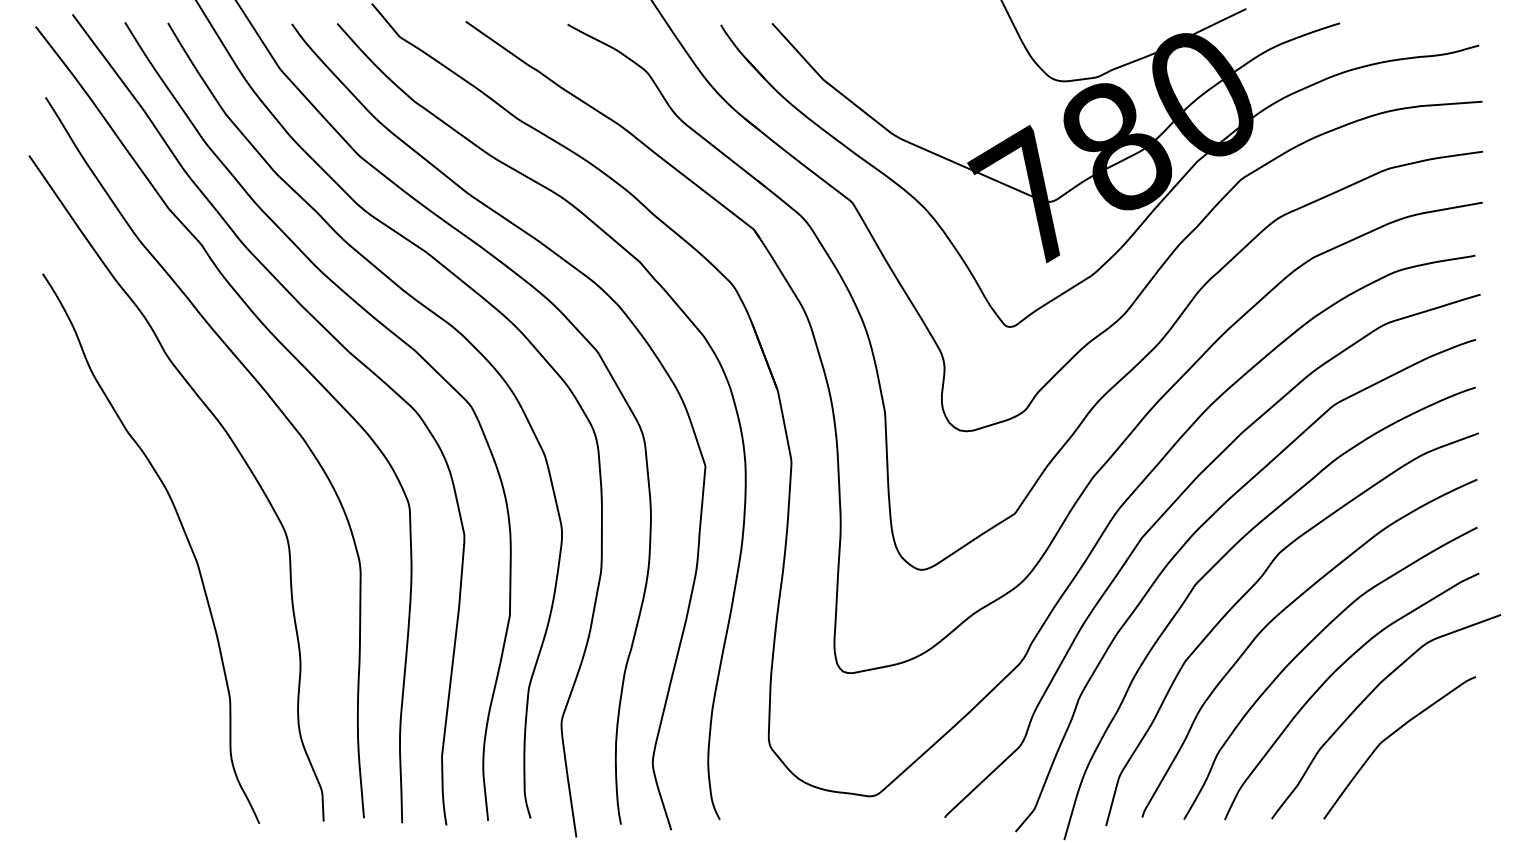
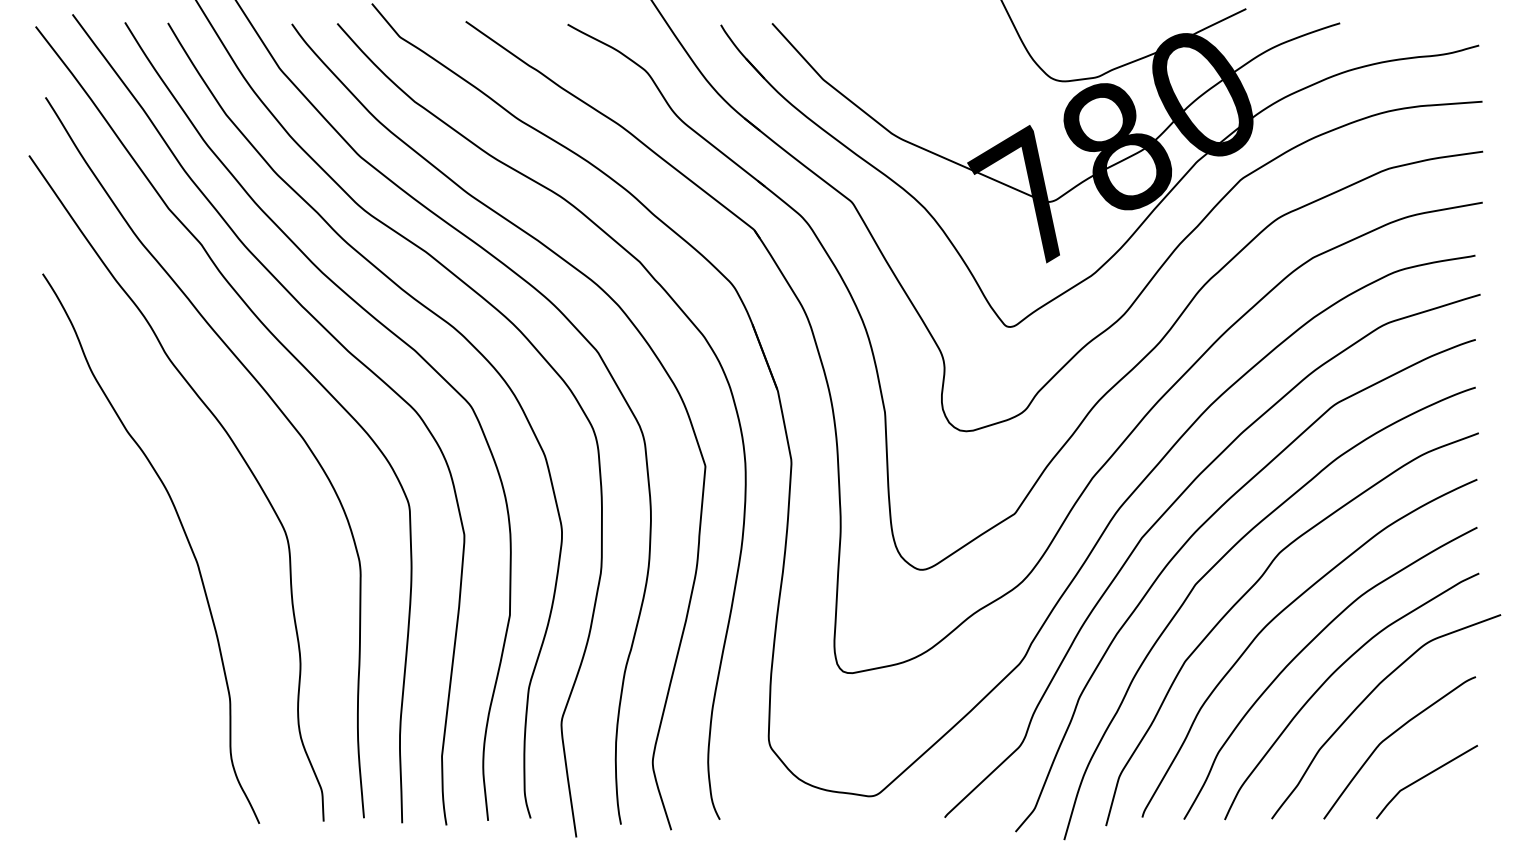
curve at (1425, 777): none -> present
